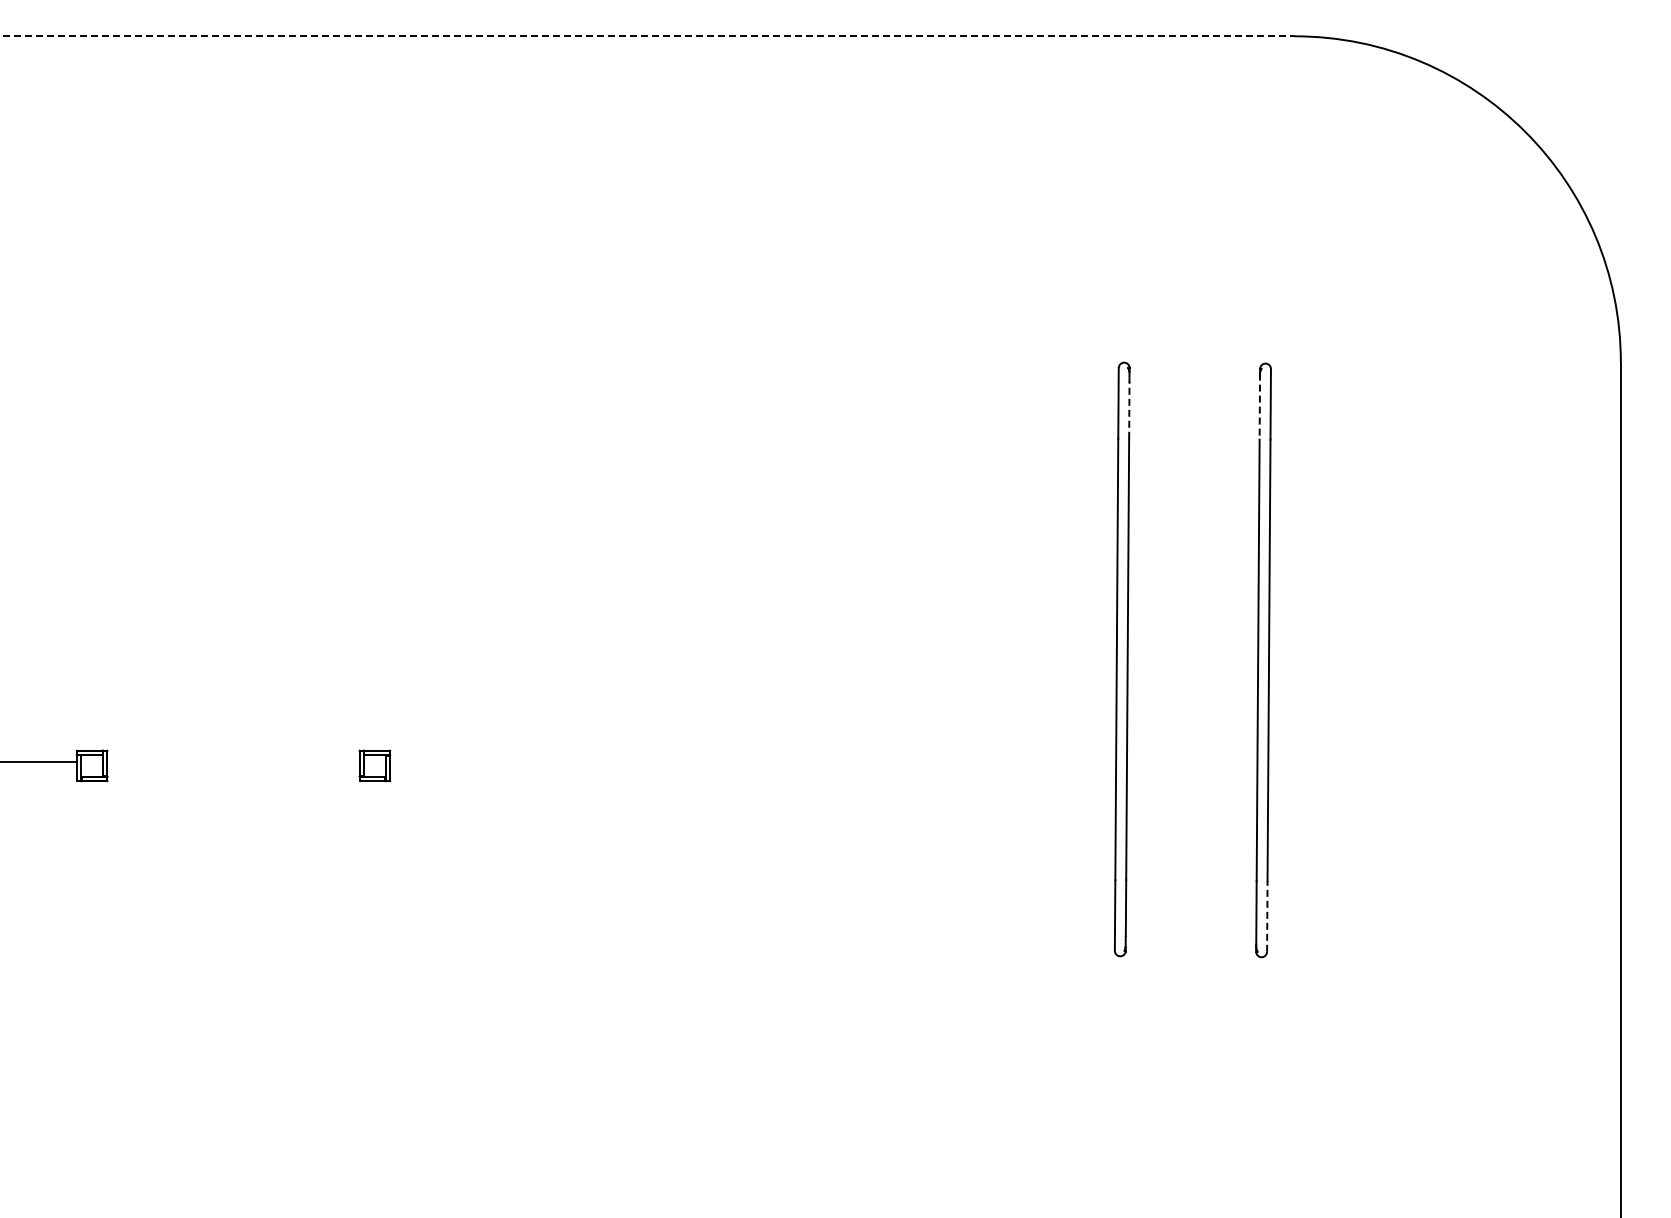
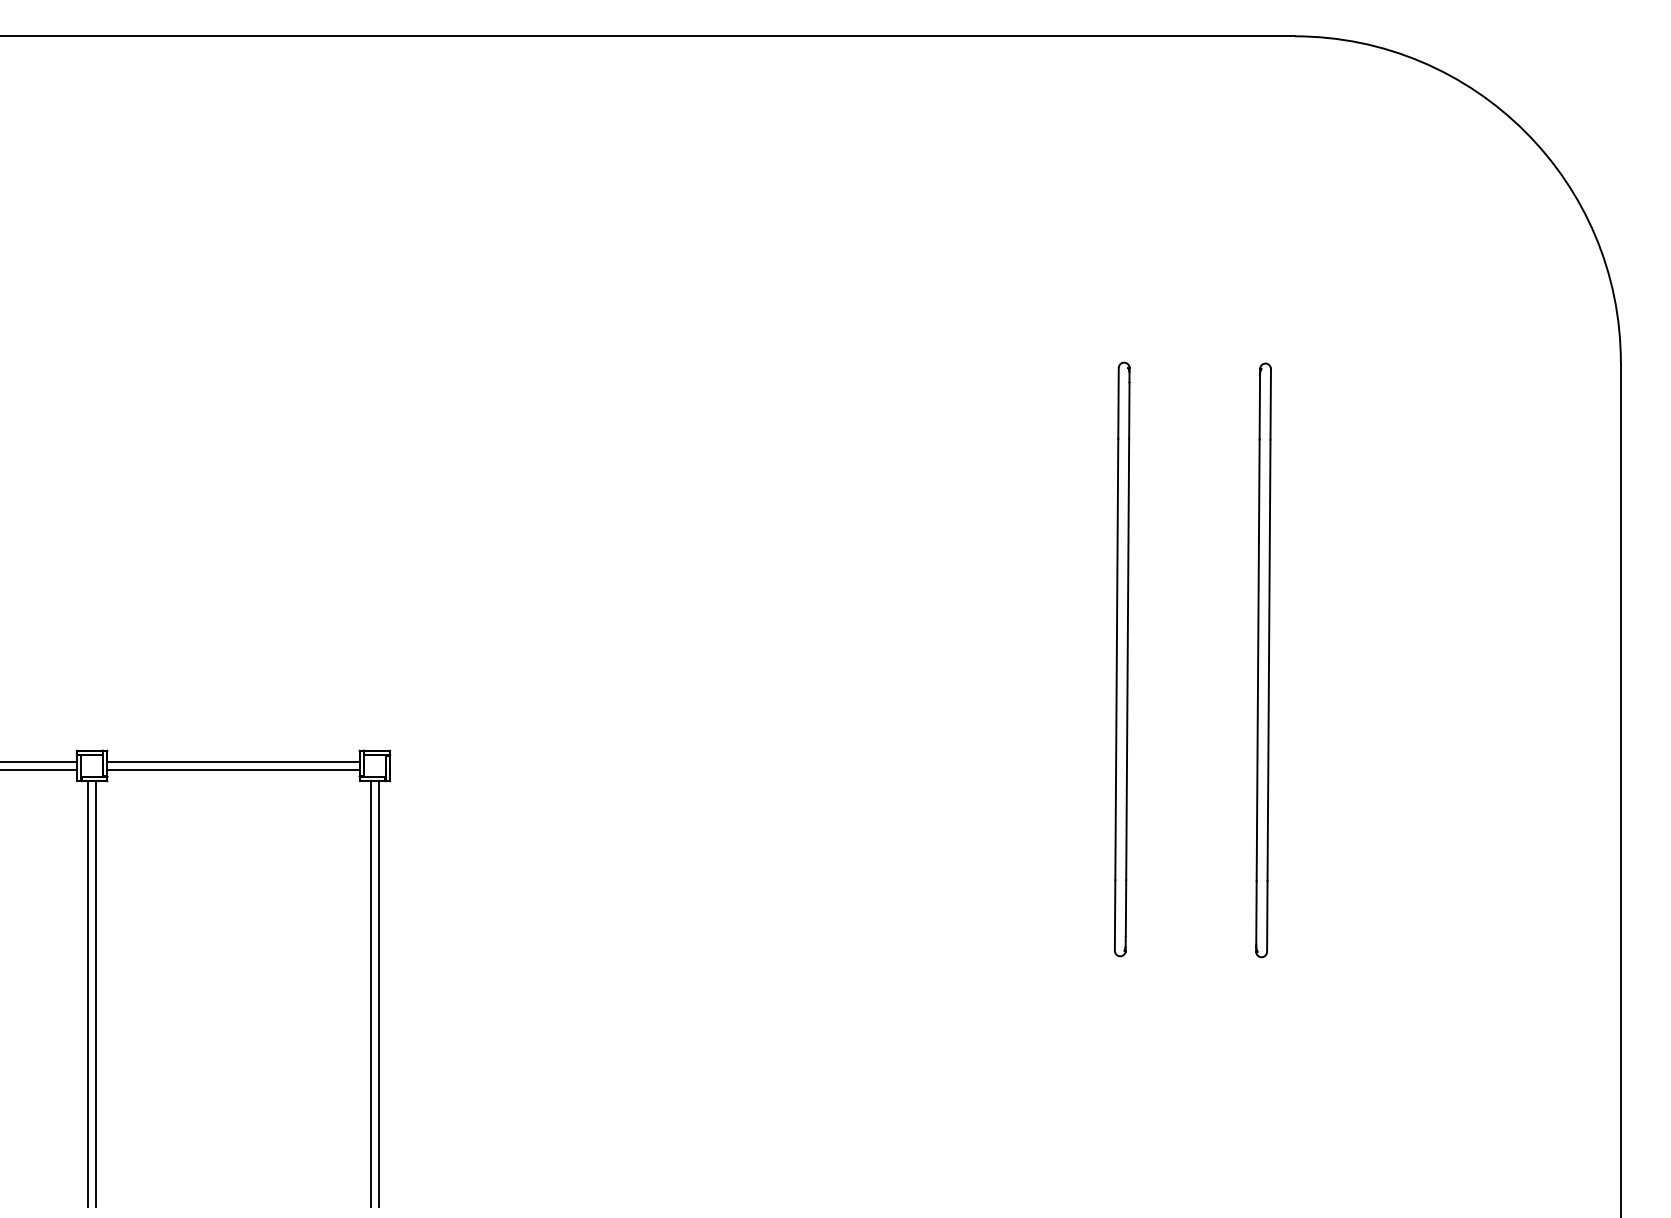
line at (647, 36): dashed -> solid
line at (1259, 407): dashed -> solid
line at (1129, 410): dashed -> solid
line at (233, 762): none -> present
line at (39, 769): none -> present
line at (233, 769): none -> present
line at (1267, 916): dashed -> solid
line at (88, 994): none -> present
line at (95, 994): none -> present
line at (371, 994): none -> present
line at (378, 994): none -> present
